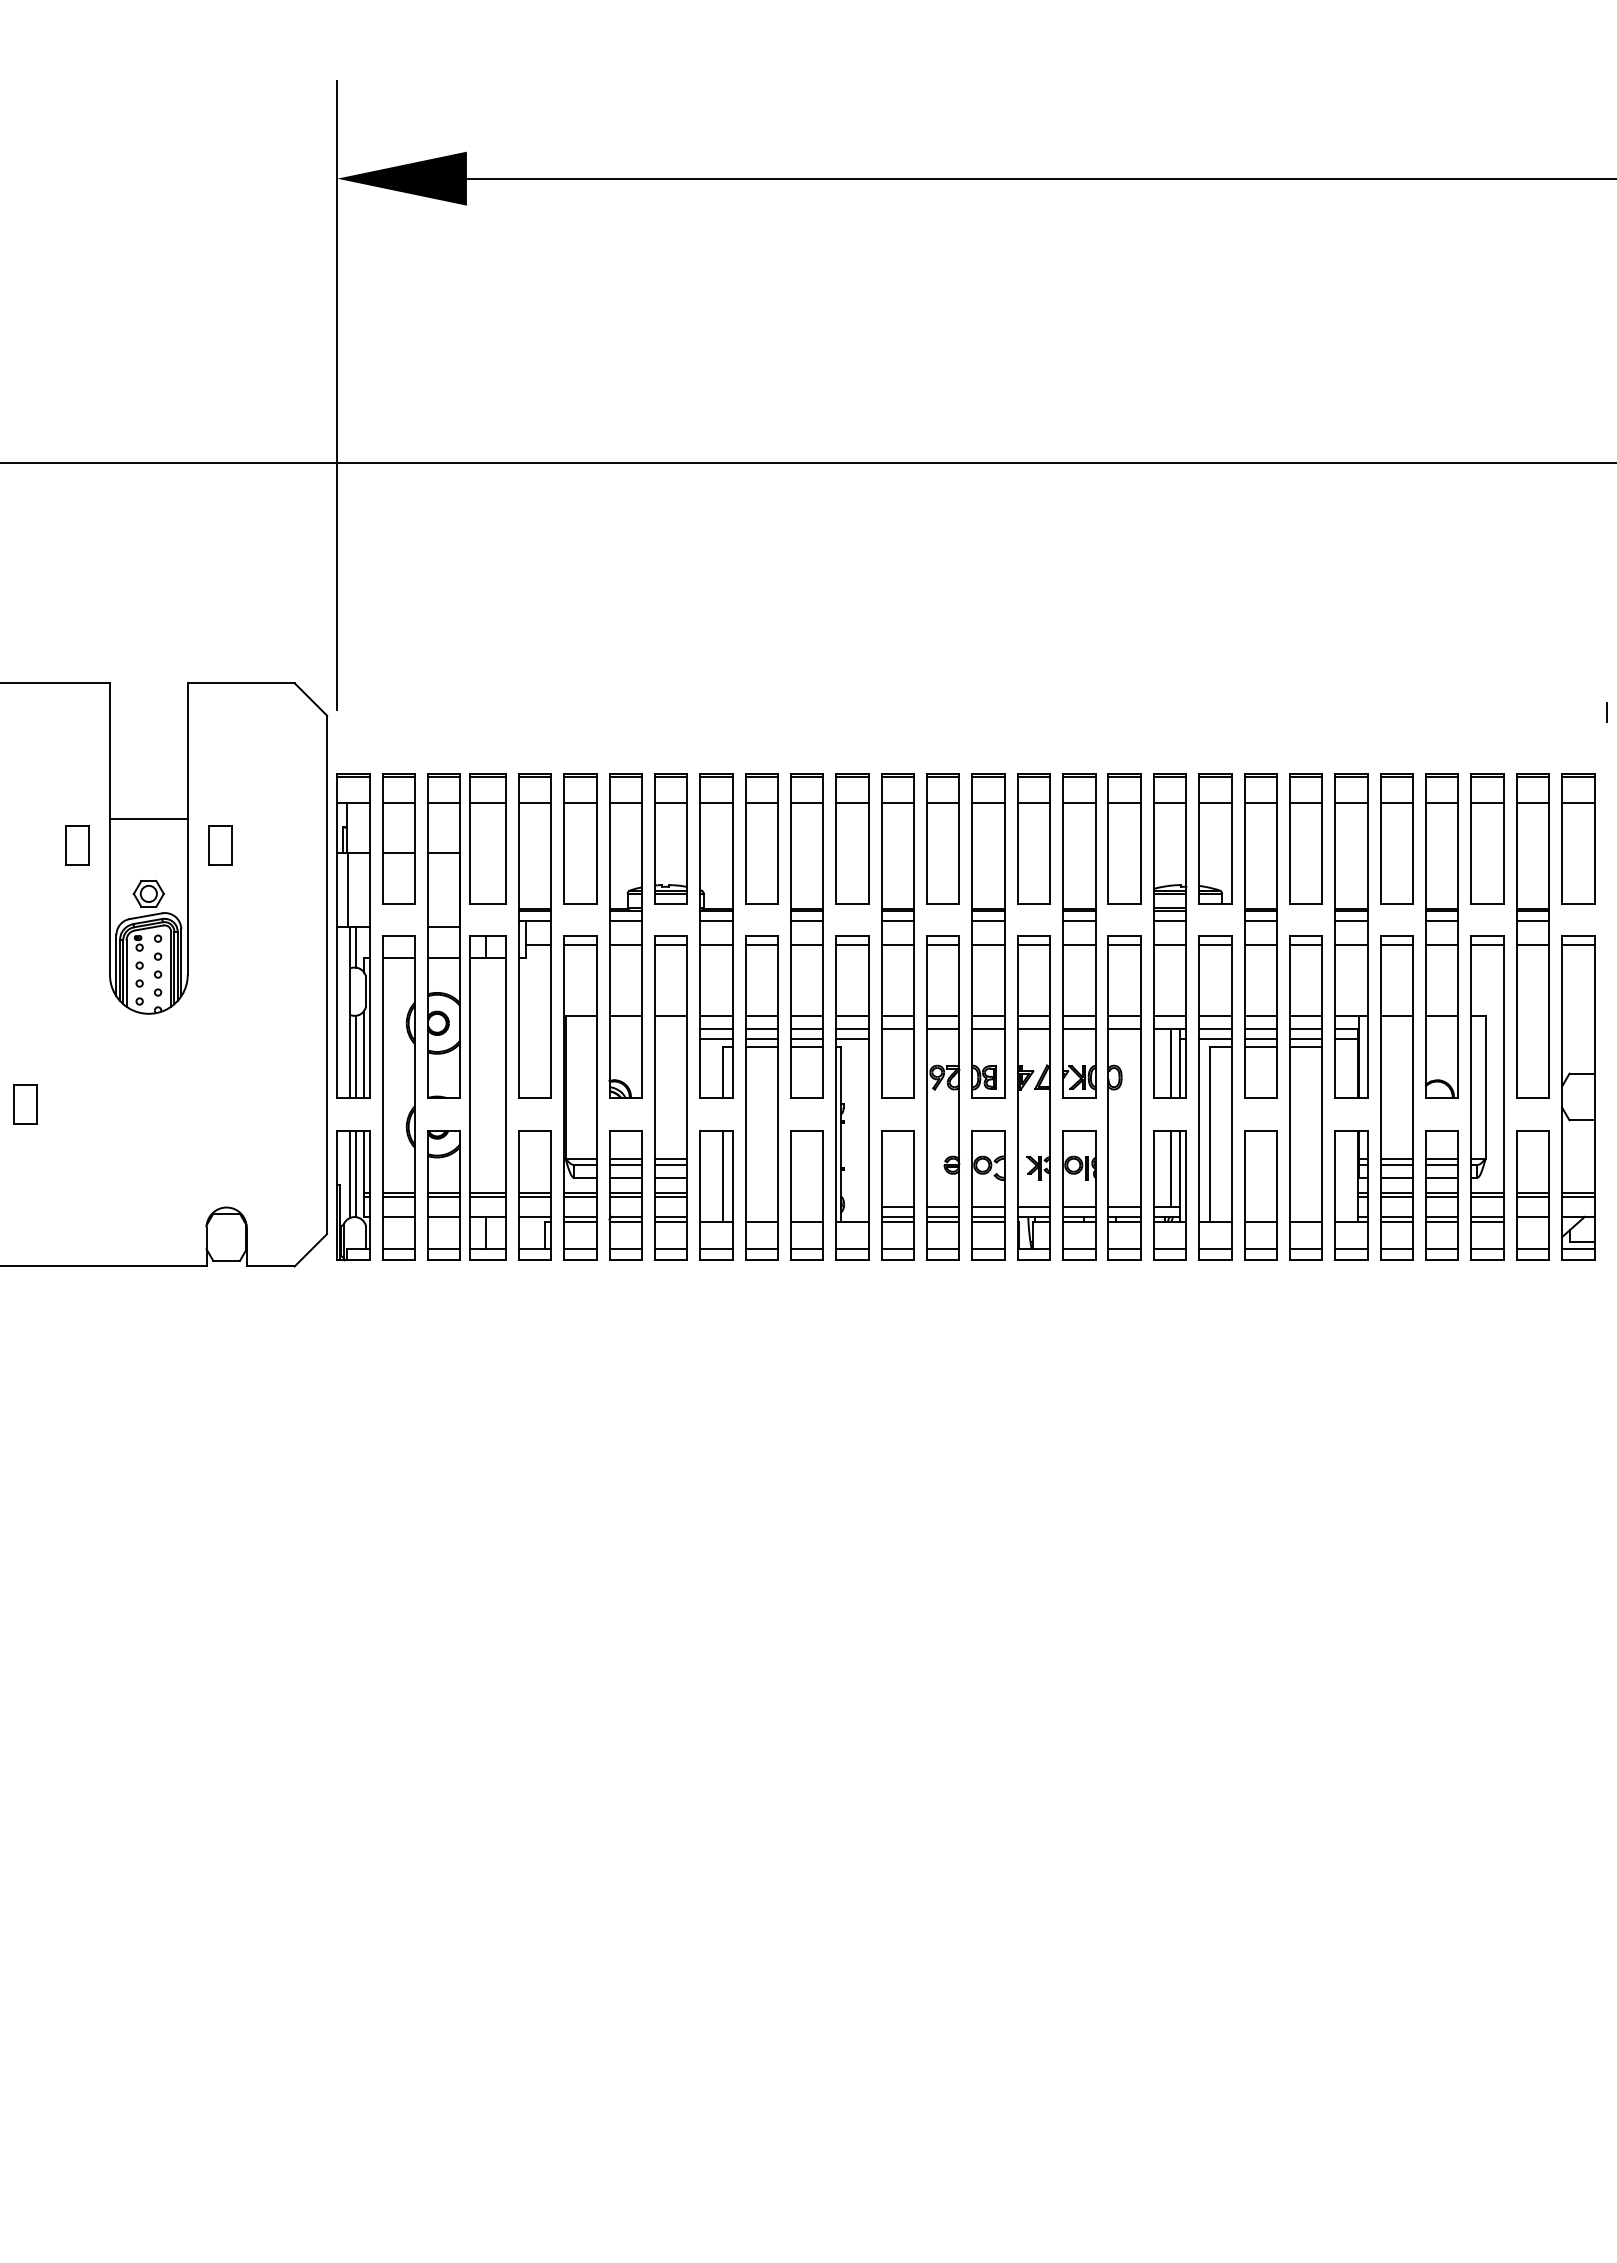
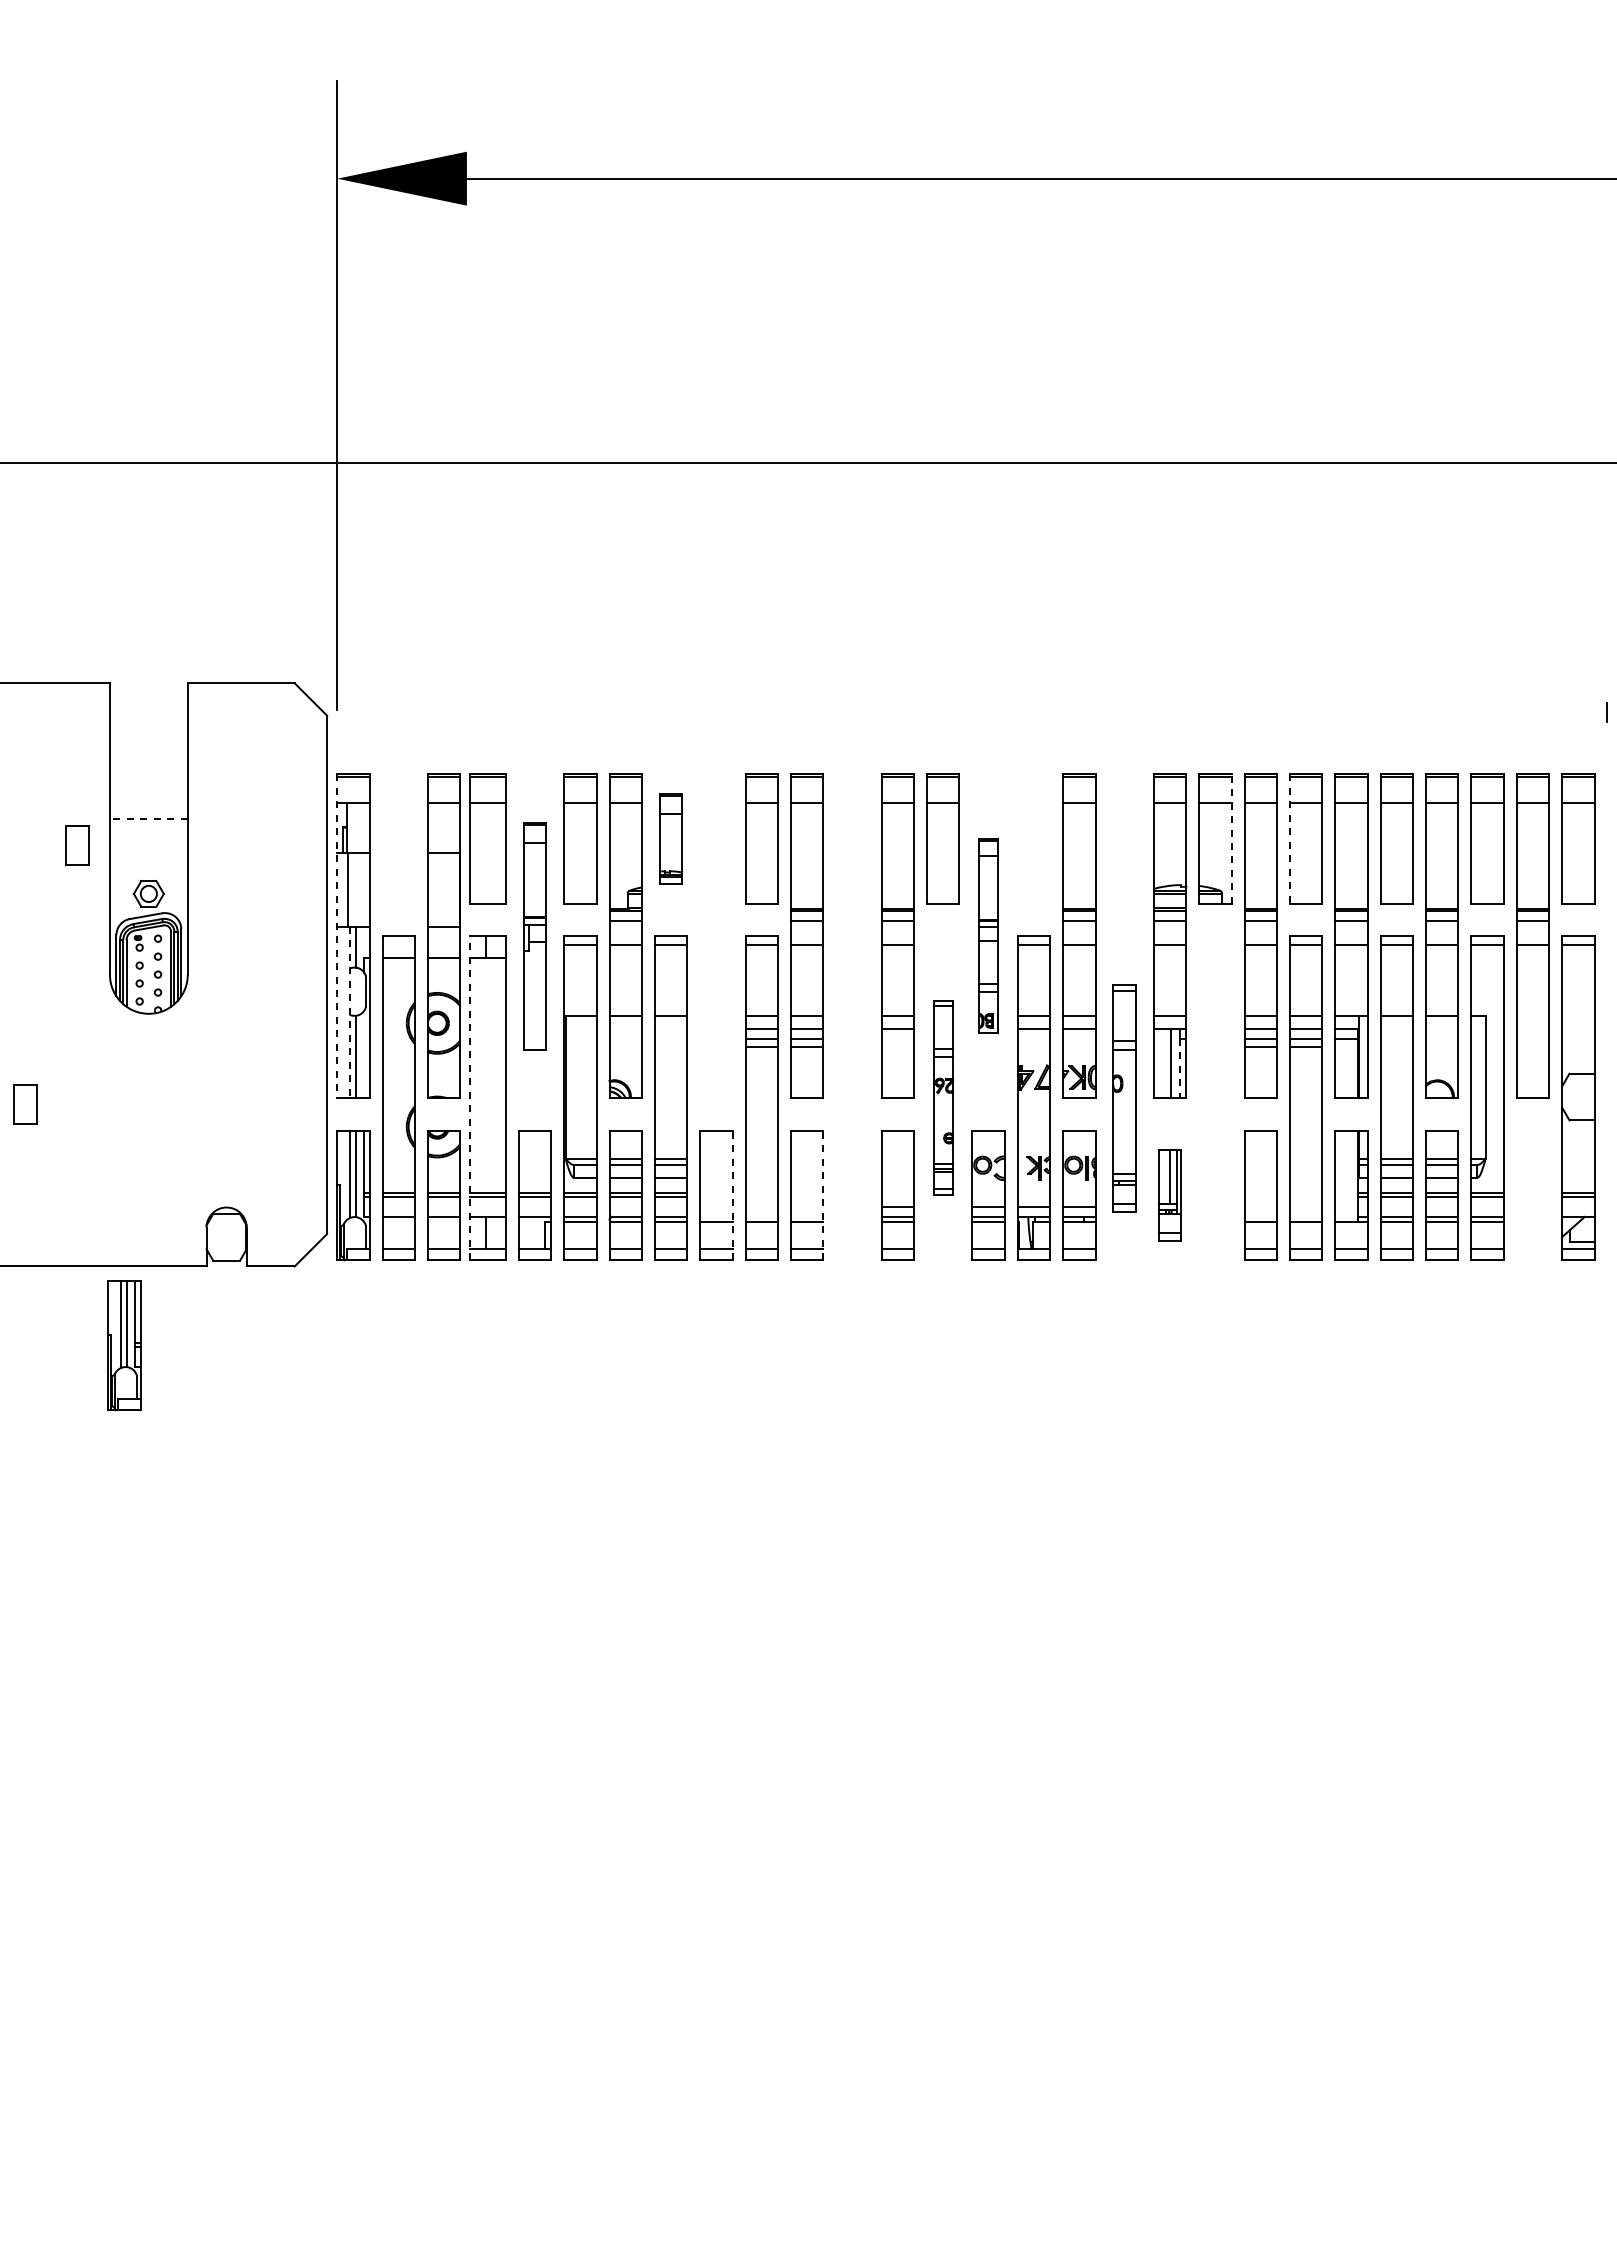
line at (148, 819): solid -> dashed
part at (398, 838): present -> none
part at (670, 838) size: 34x132 px -> 24x92 px
part at (852, 838): present -> none
part at (1033, 838): present -> none
part at (1124, 838): present -> none
line at (1231, 839): solid -> dashed
line at (1289, 839): solid -> dashed
part at (220, 845): present -> none
part at (534, 935) size: 34x326 px -> 24x229 px
part at (716, 935): present -> none
part at (988, 935) size: 35x326 px -> 21x196 px
line at (337, 936): solid -> dashed
line at (349, 1012): solid -> dashed
line at (364, 1054): present -> none
line at (1180, 1068): solid -> dashed
line at (470, 1097): solid -> dashed
part at (852, 1097): present -> none
part at (943, 1097) size: 35x326 px -> 22x196 px
part at (1124, 1097) size: 35x326 px -> 25x229 px
part at (1215, 1097): present -> none
line at (722, 1175): present -> none
line at (732, 1195): solid -> dashed
line at (823, 1195): solid -> dashed
part at (1169, 1195) size: 34x131 px -> 24x93 px
part at (1532, 1195): present -> none
part at (124, 1345): none -> present
